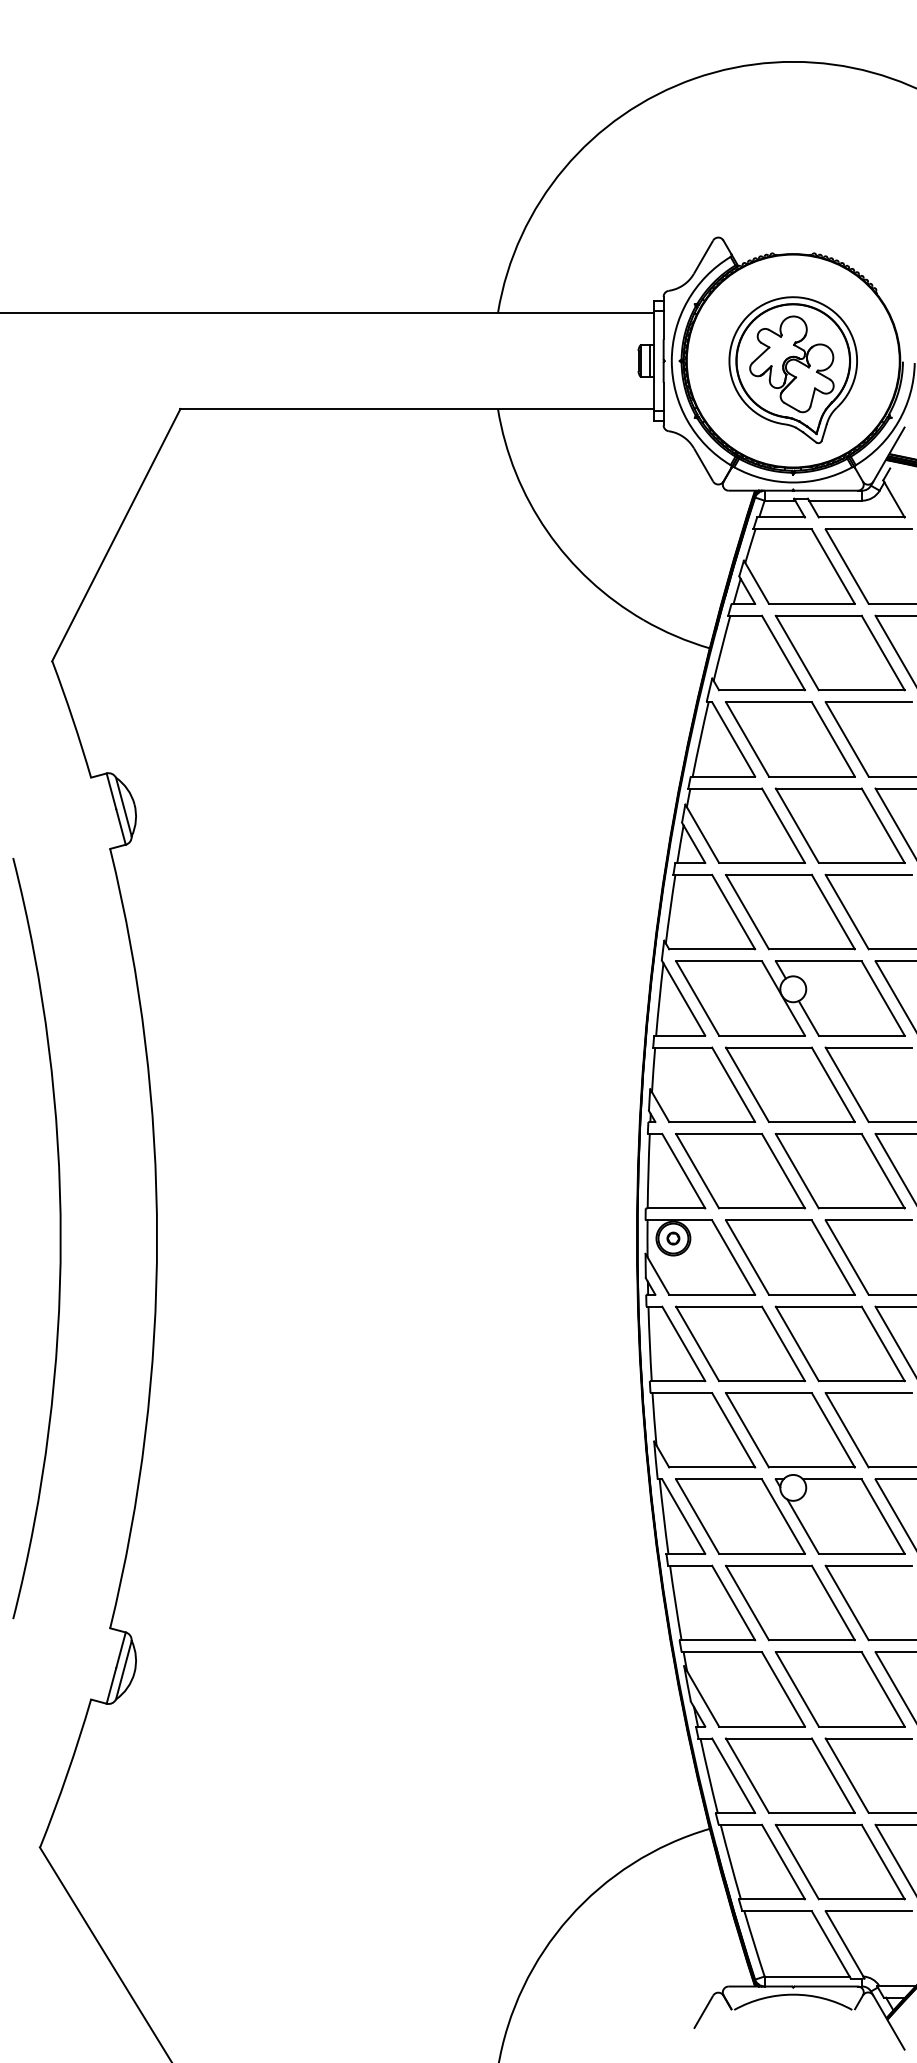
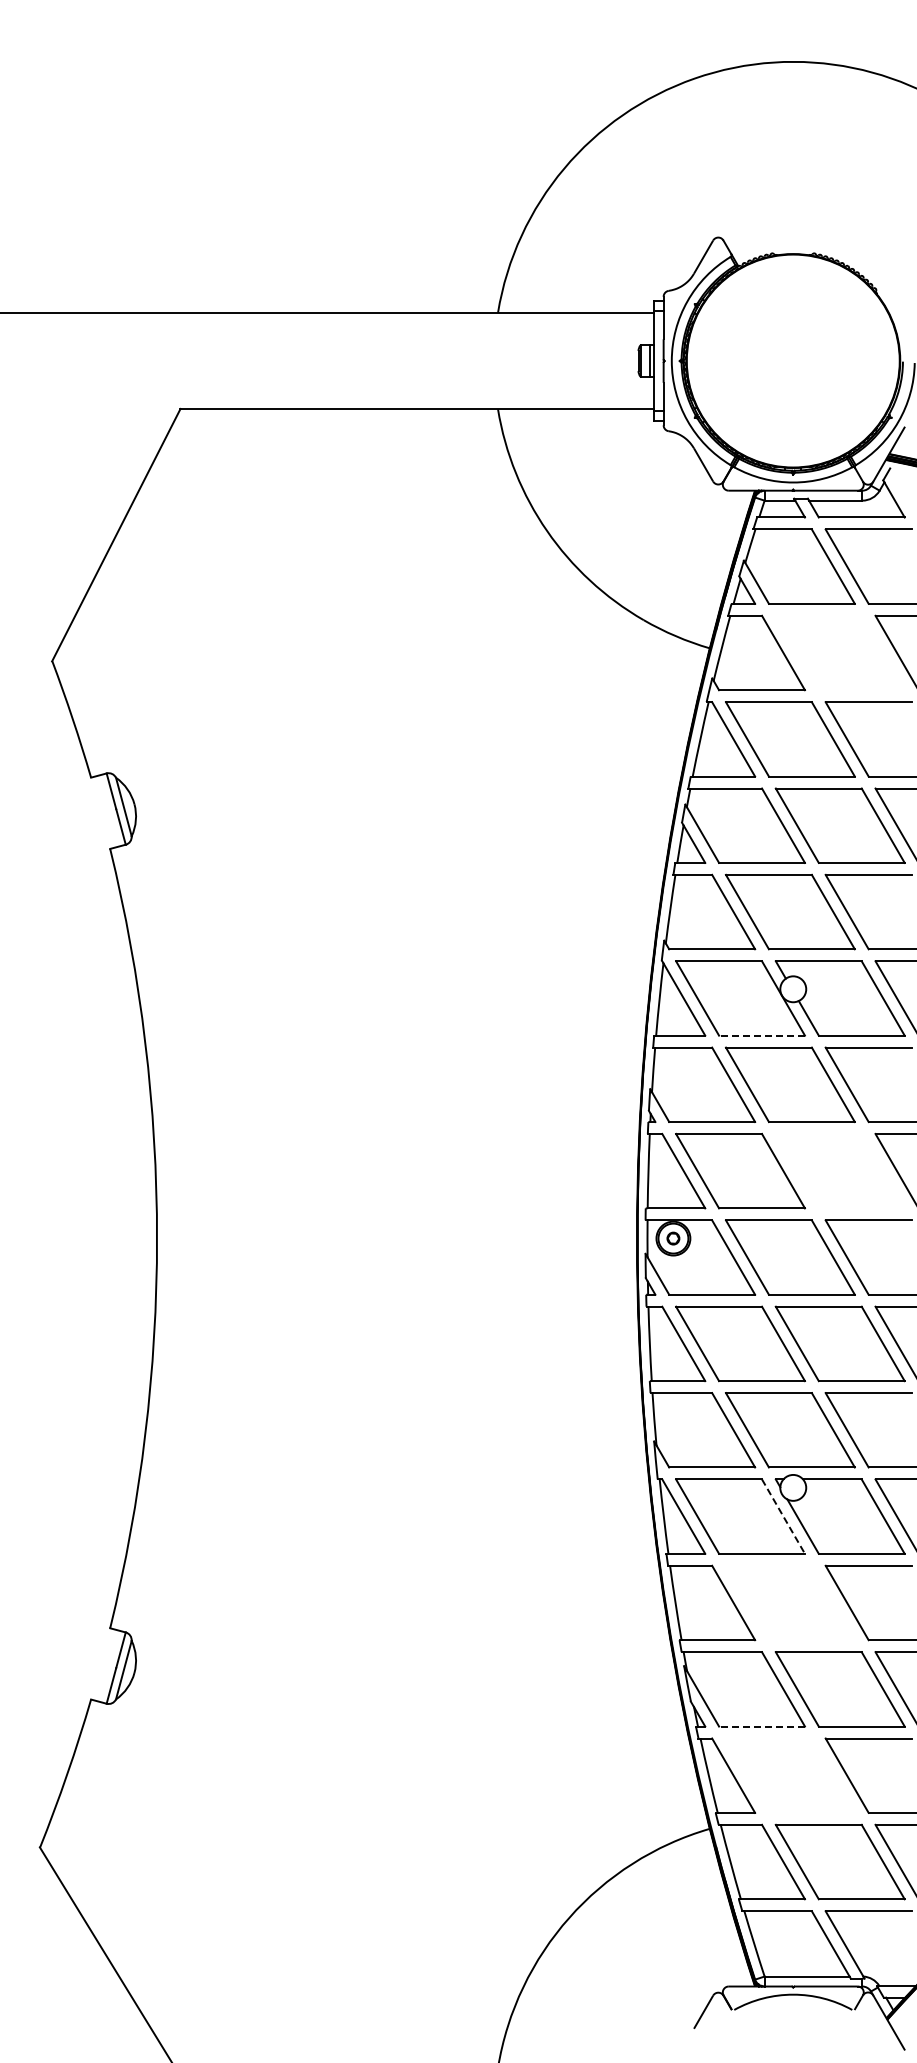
part at (792, 370): present -> none
part at (839, 652): present -> none
line at (762, 1035): solid -> dashed
part at (839, 1171): present -> none
arc at (59, 1238): present -> none
line at (783, 1516): solid -> dashed
part at (789, 1602): present -> none
line at (762, 1726): solid -> dashed
part at (789, 1775): present -> none
